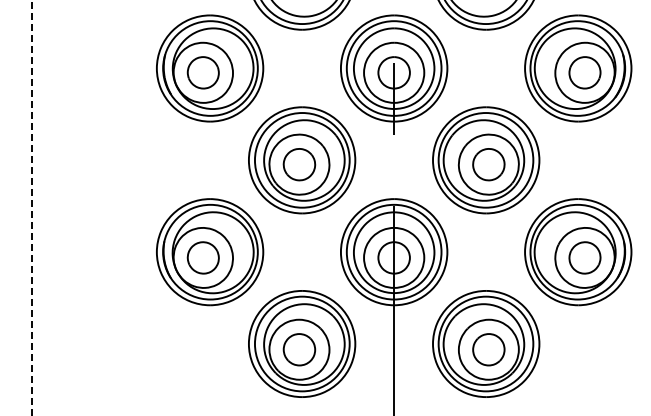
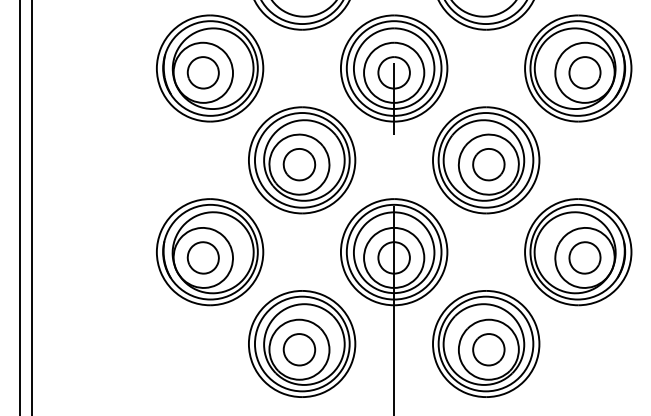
line at (19, 207): none -> present
line at (31, 208): dashed -> solid
